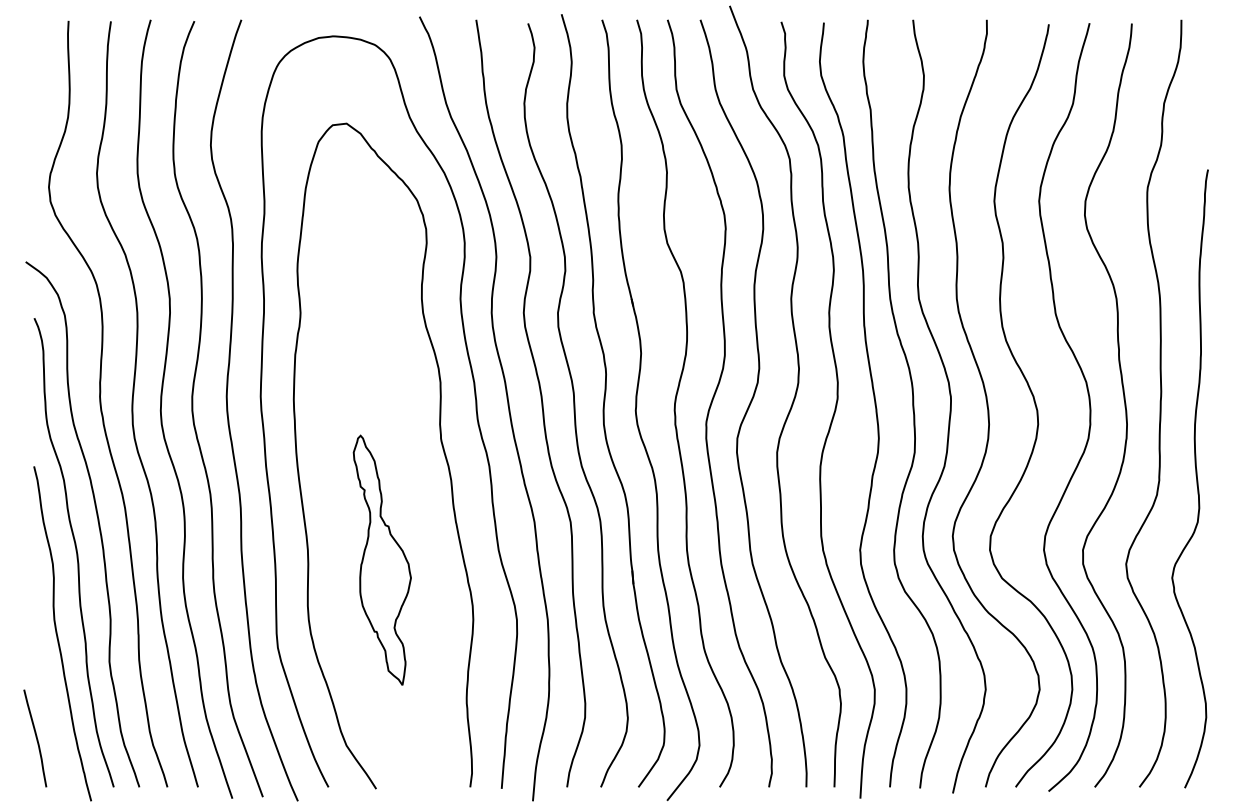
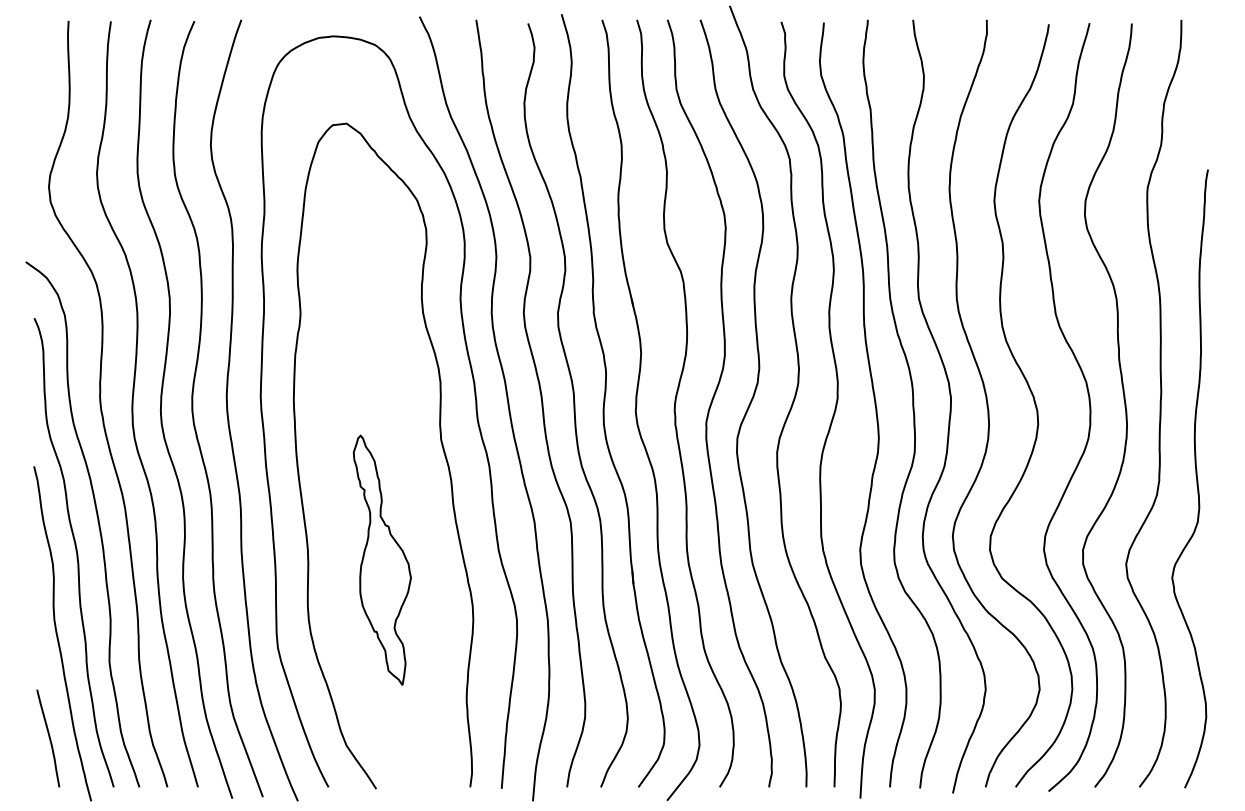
curve at (35, 737) position: (35, 737) -> (48, 737)
